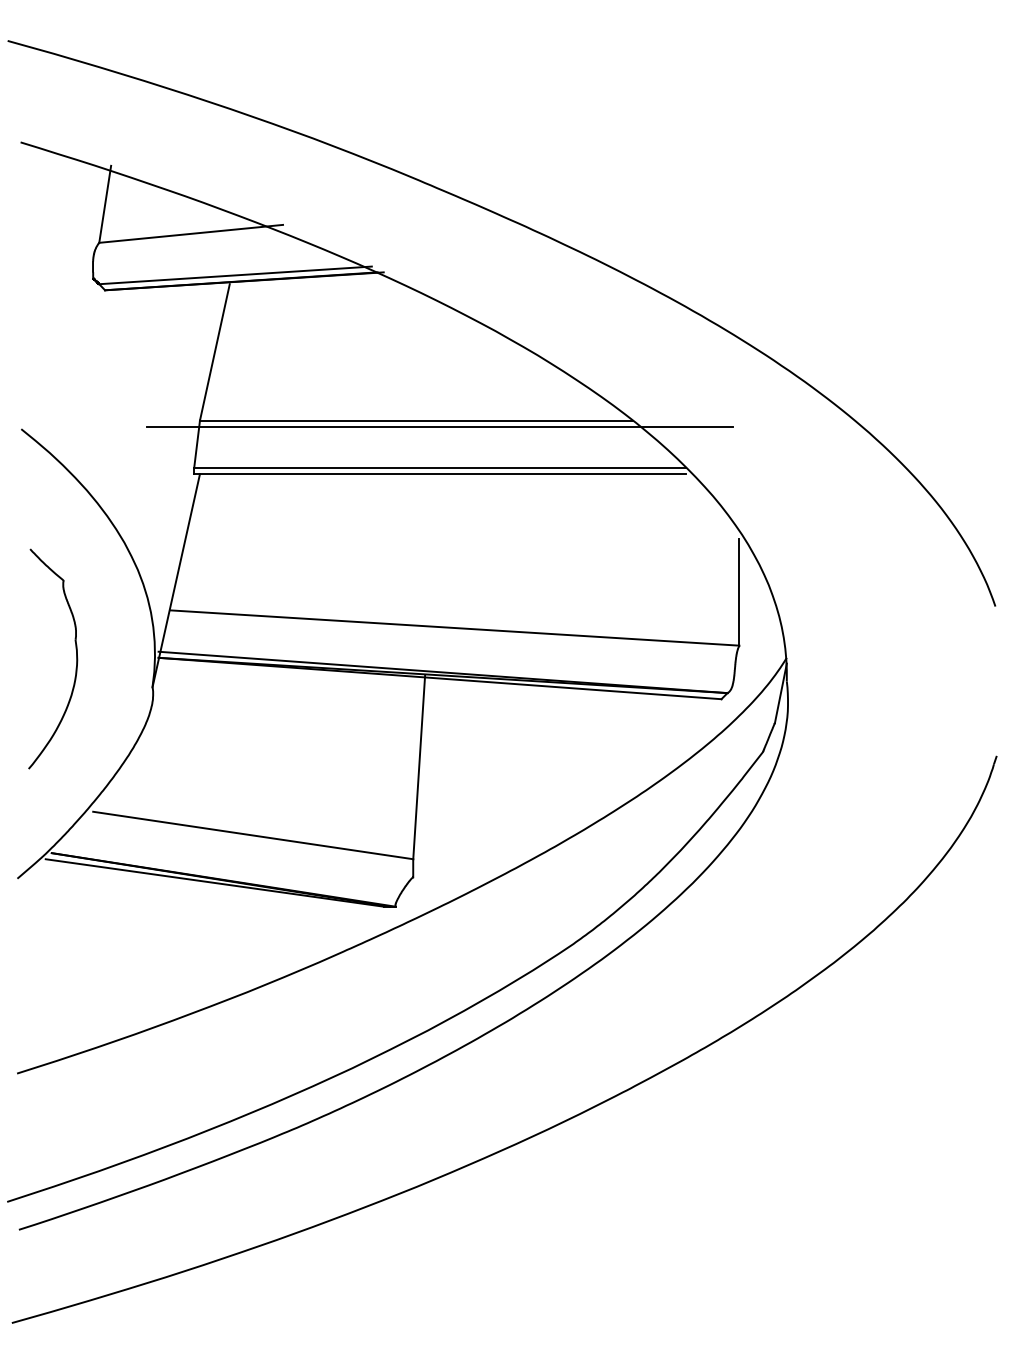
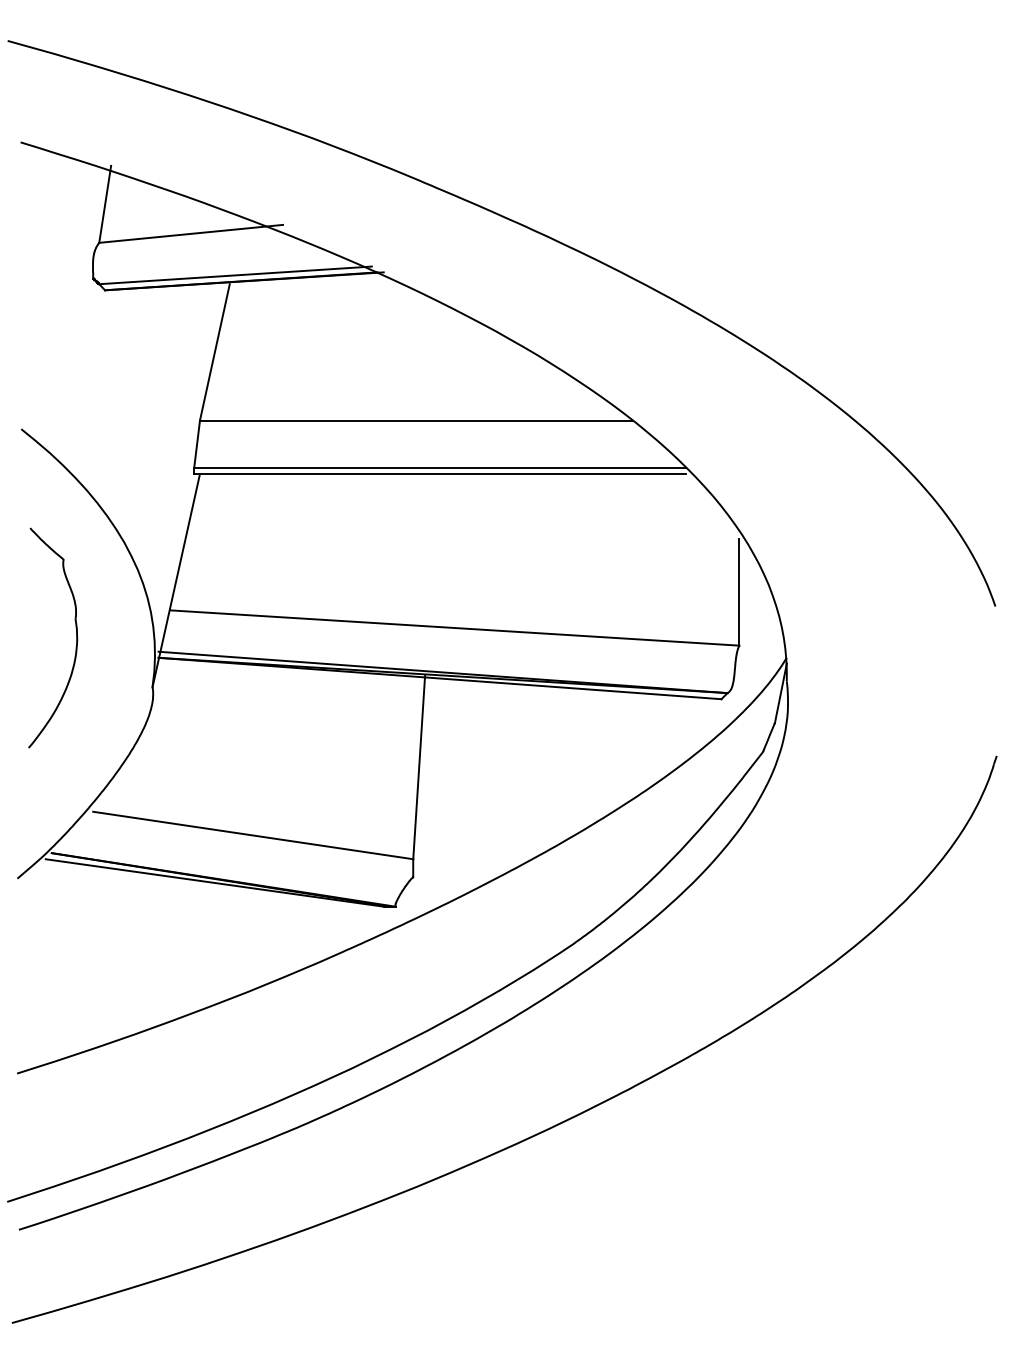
line at (439, 426): present -> none
part at (76, 658) position: (76, 658) -> (76, 637)
